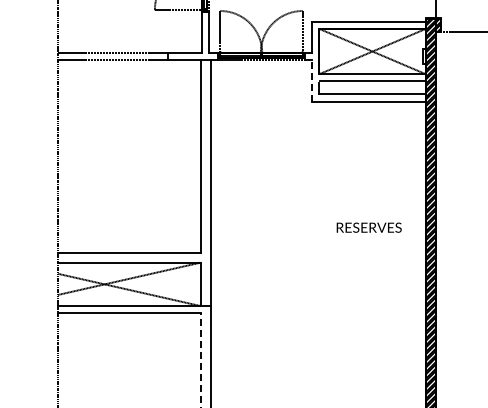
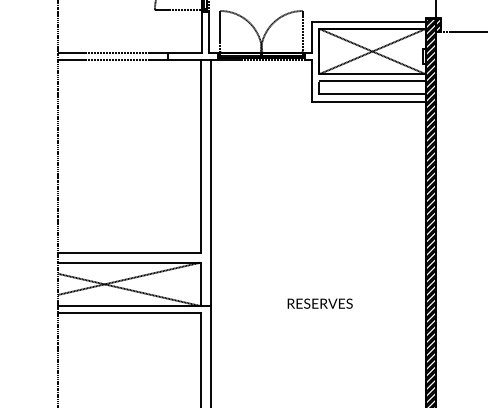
line at (312, 80): dashed -> solid
text at (368, 227) position: (368, 227) -> (319, 303)
line at (201, 359): dashed -> solid
